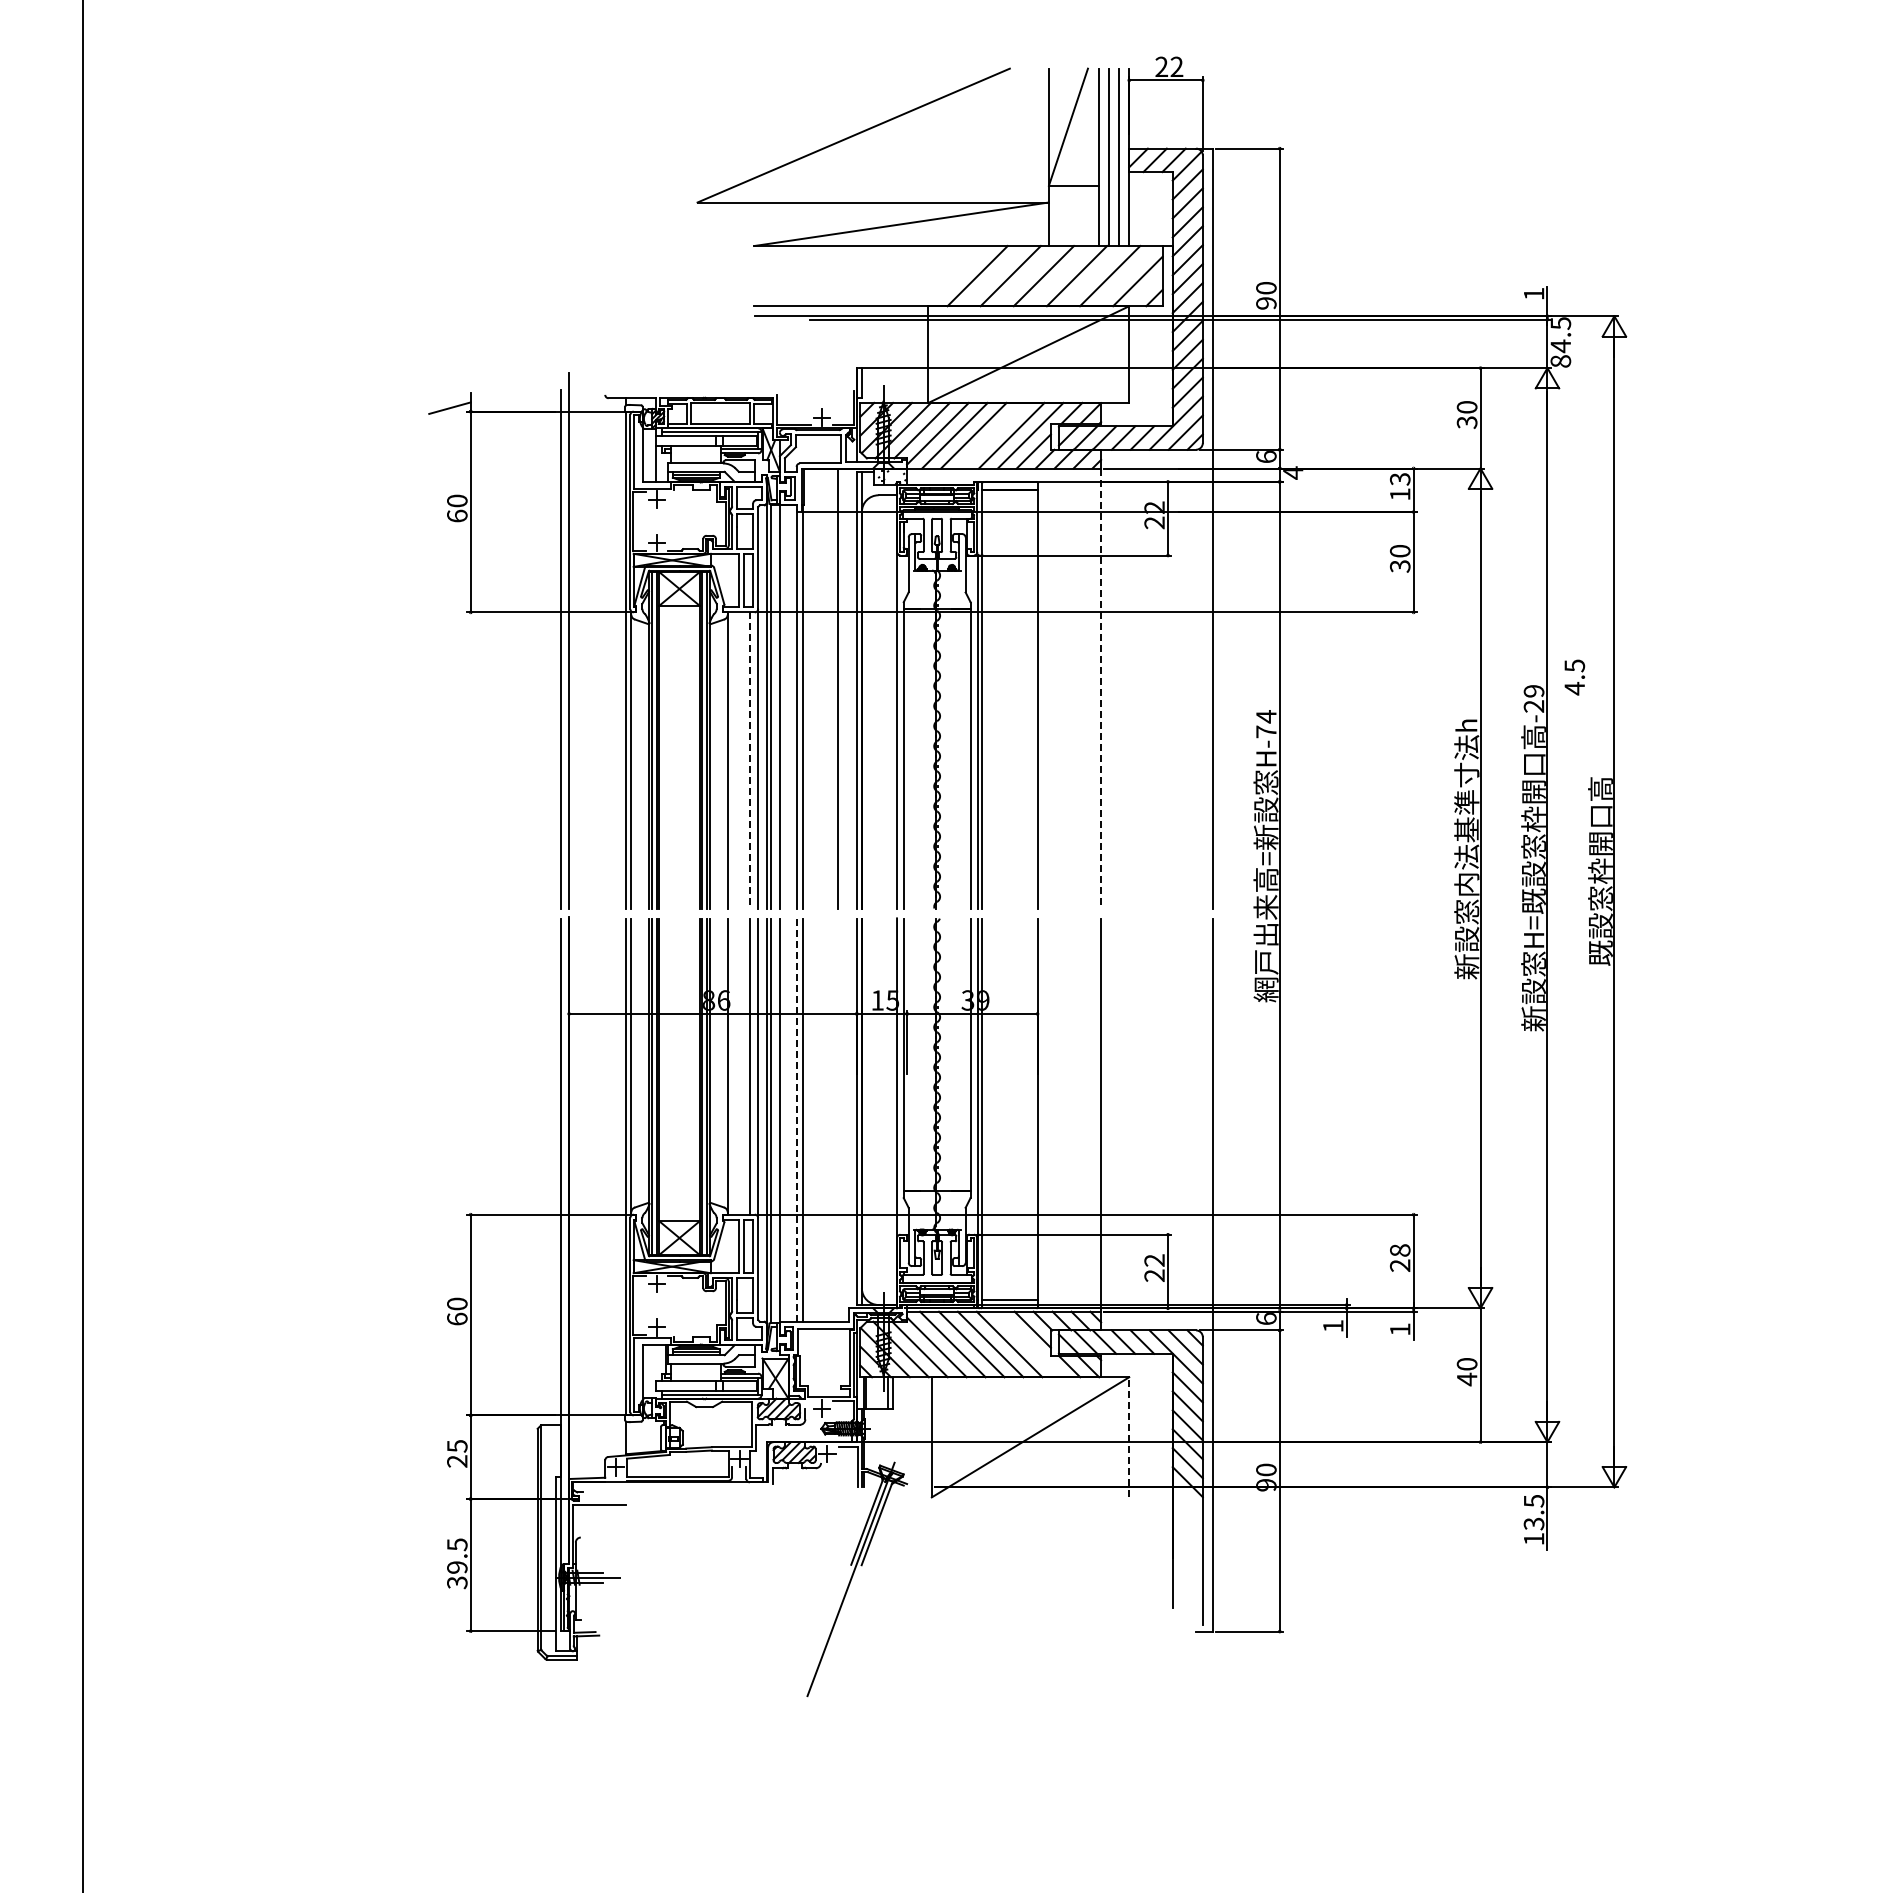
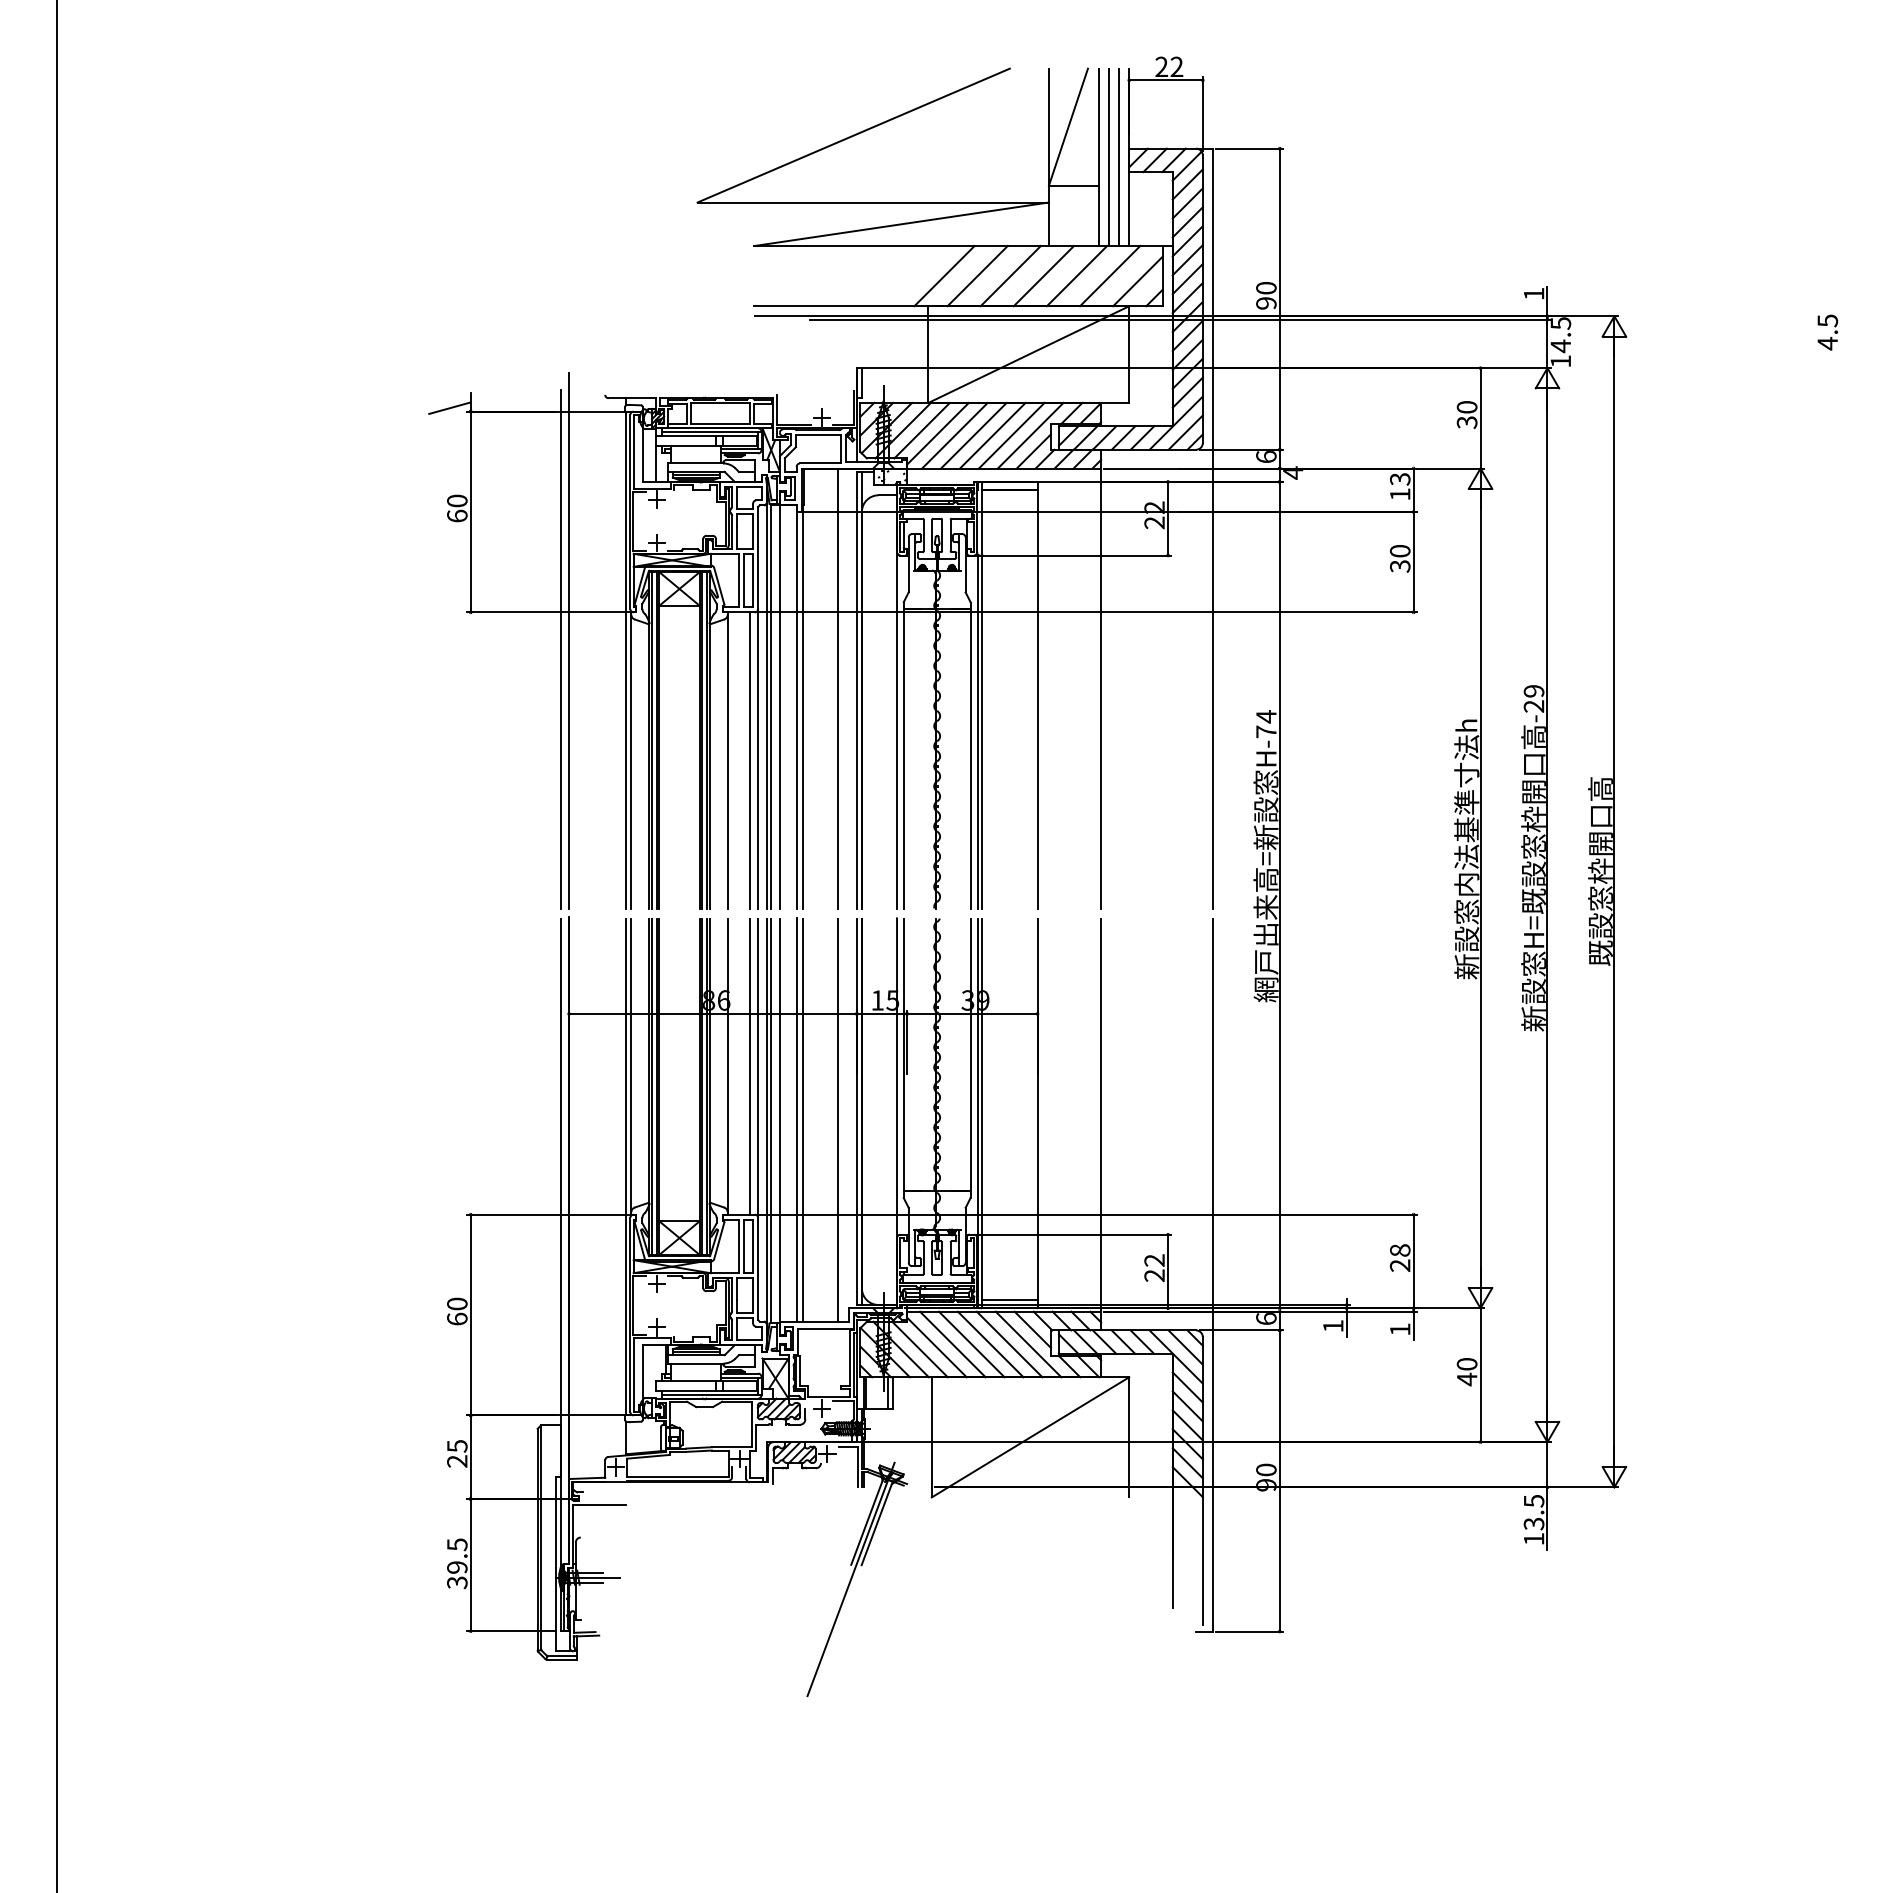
line at (944, 276): none -> present
text at (1560, 361): 84.5 -> 14.5
line at (992, 435): none -> present
text at (1574, 677) position: (1574, 677) -> (1827, 332)
line at (1101, 688): dashed -> solid
line at (750, 760): dashed -> solid
line at (82, 945) position: (82, 945) -> (56, 945)
line at (837, 1119): none -> present
line at (796, 1120): dashed -> solid
line at (1028, 1344): none -> present
line at (1129, 1436): dashed -> solid
